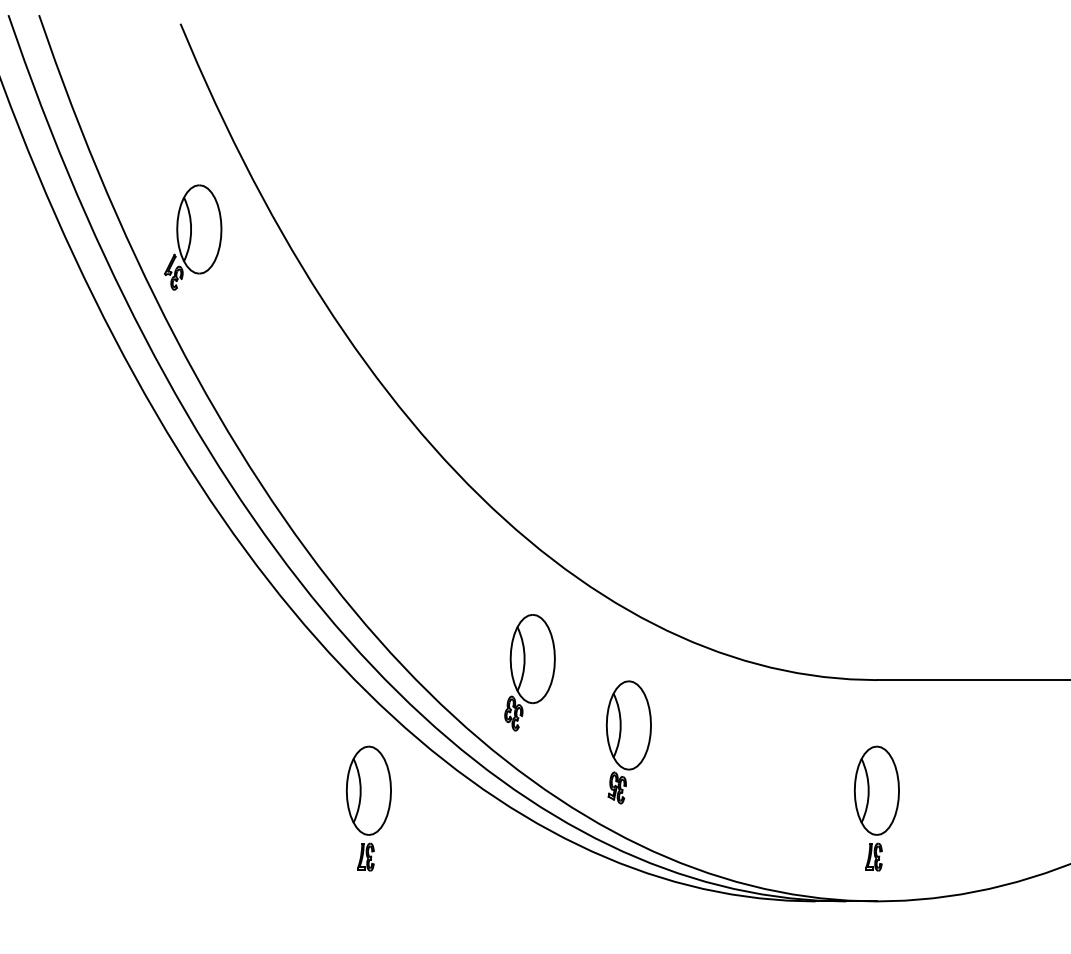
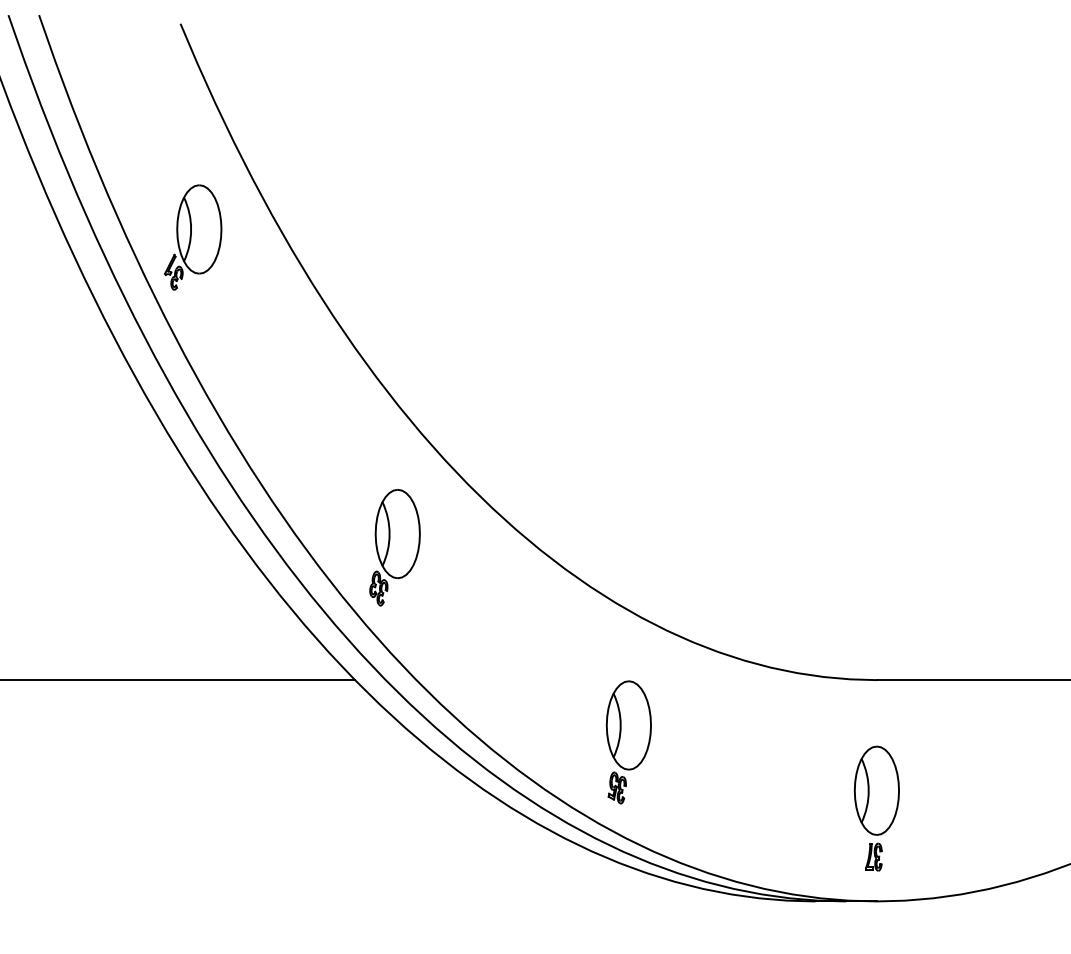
part at (529, 672) position: (529, 672) -> (394, 547)
line at (178, 680): none -> present
part at (368, 808): present -> none
